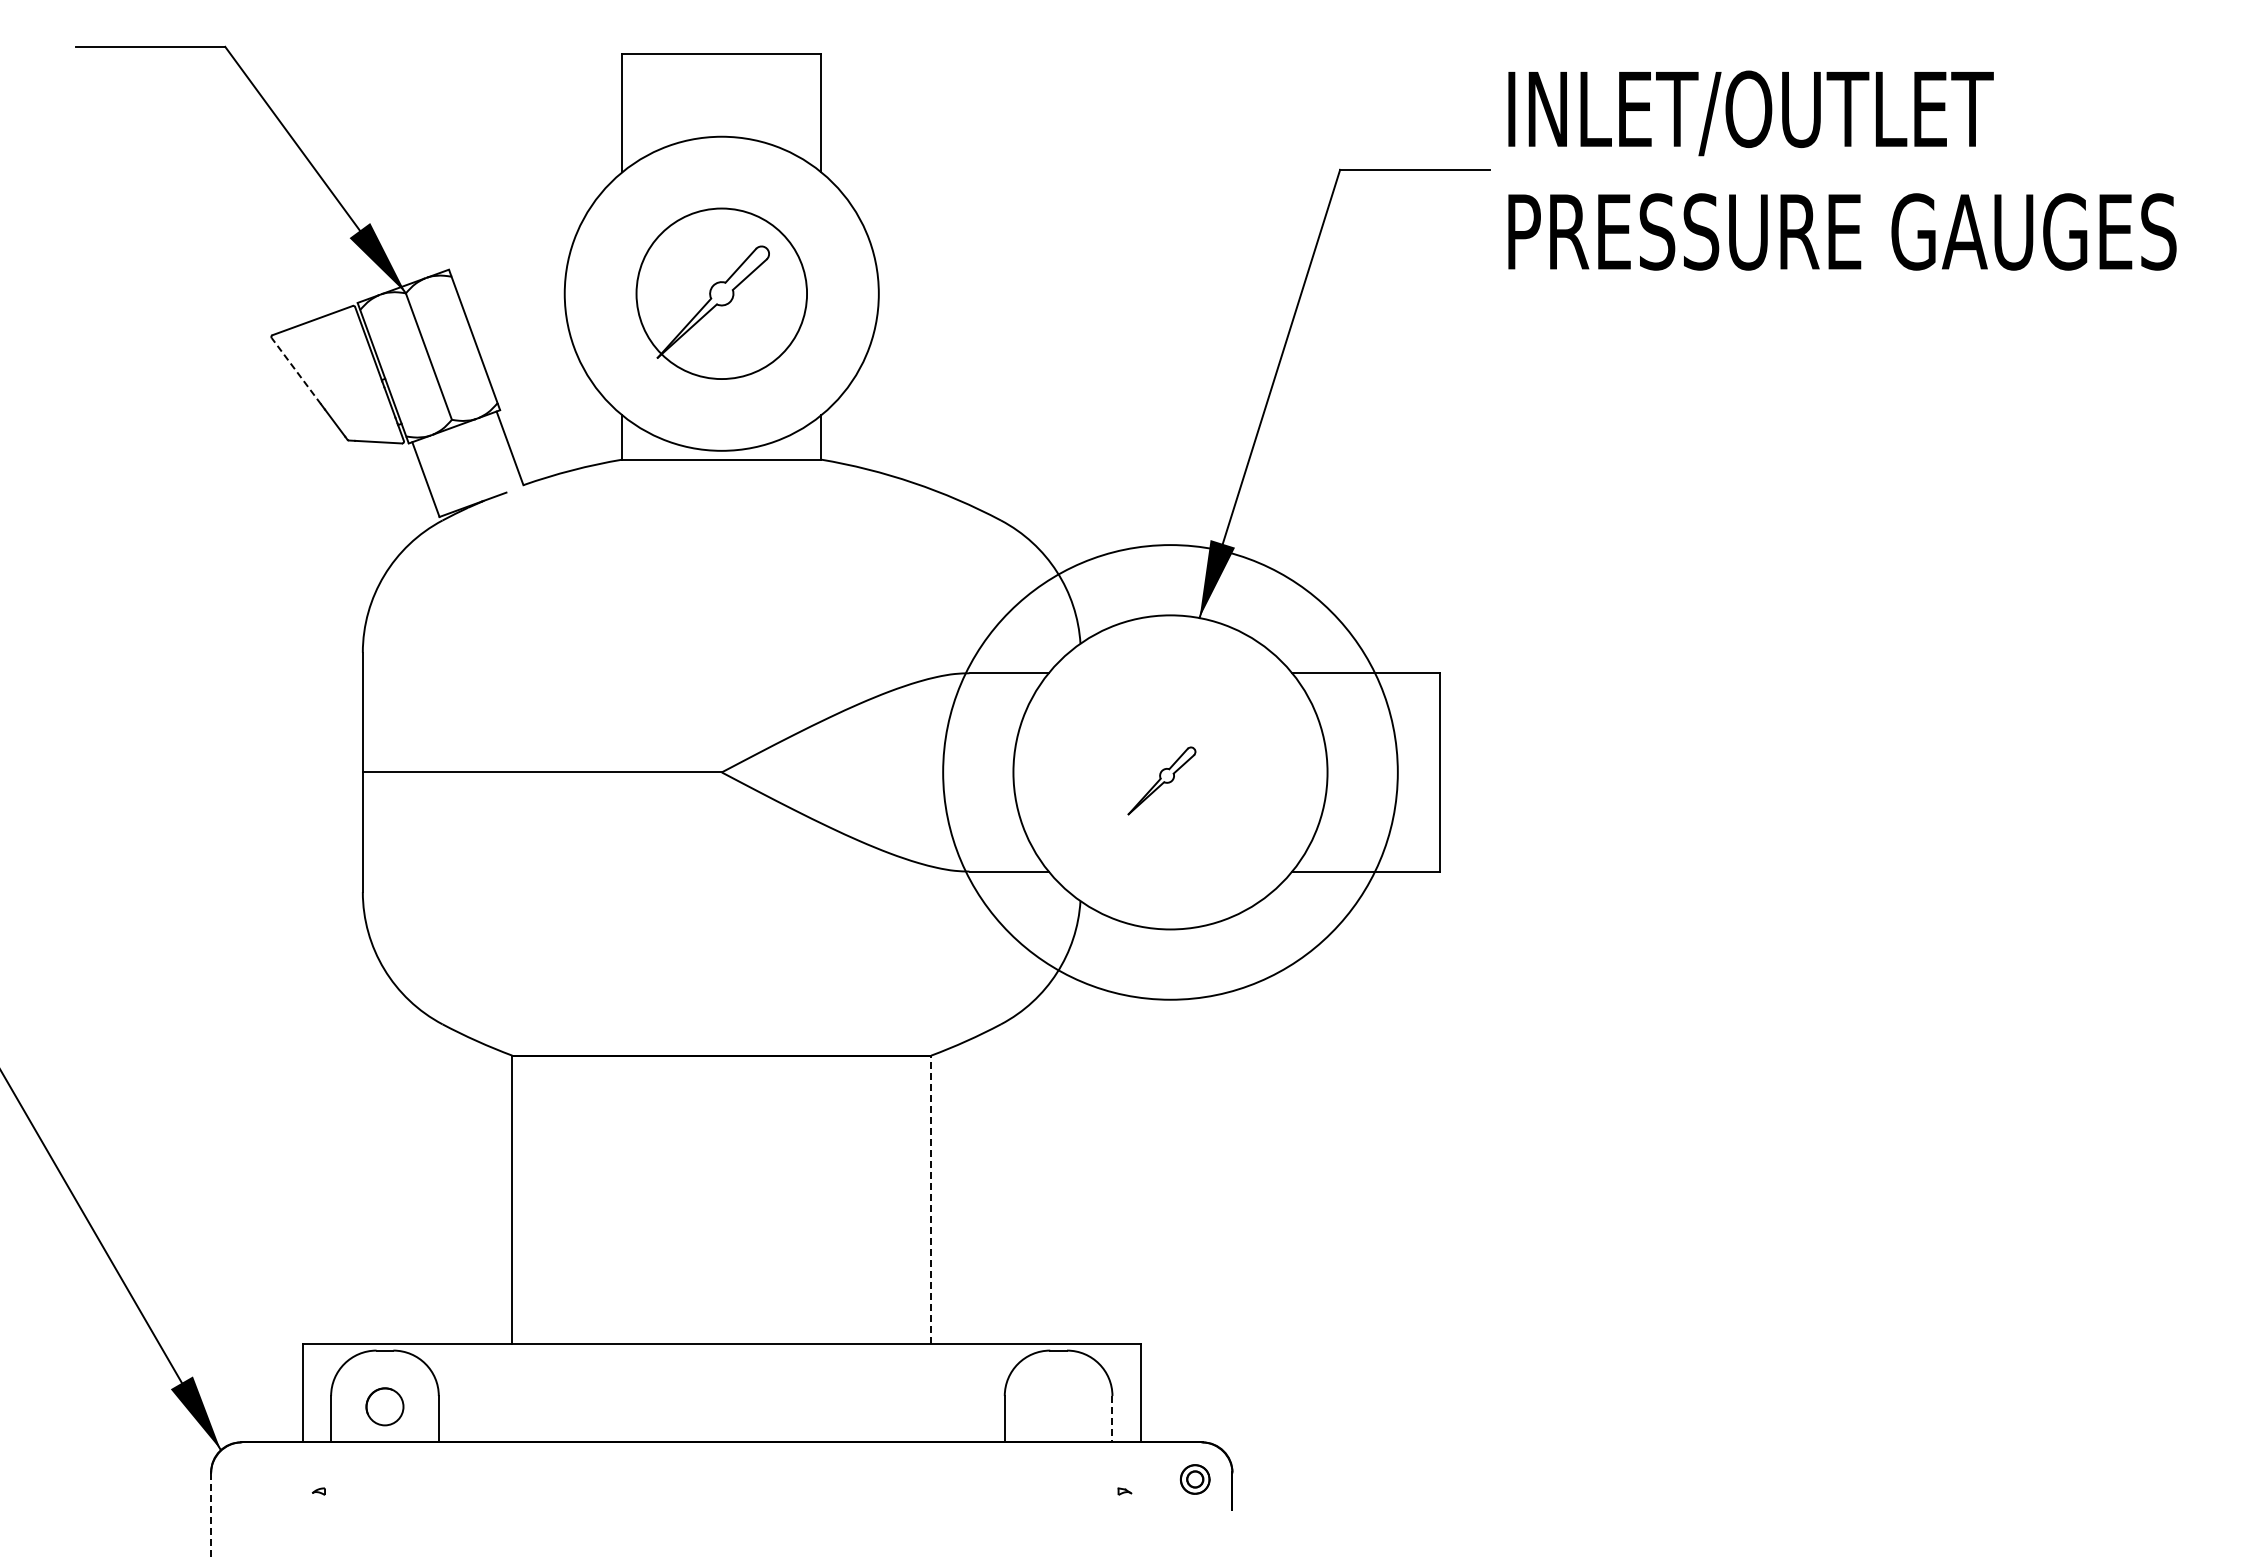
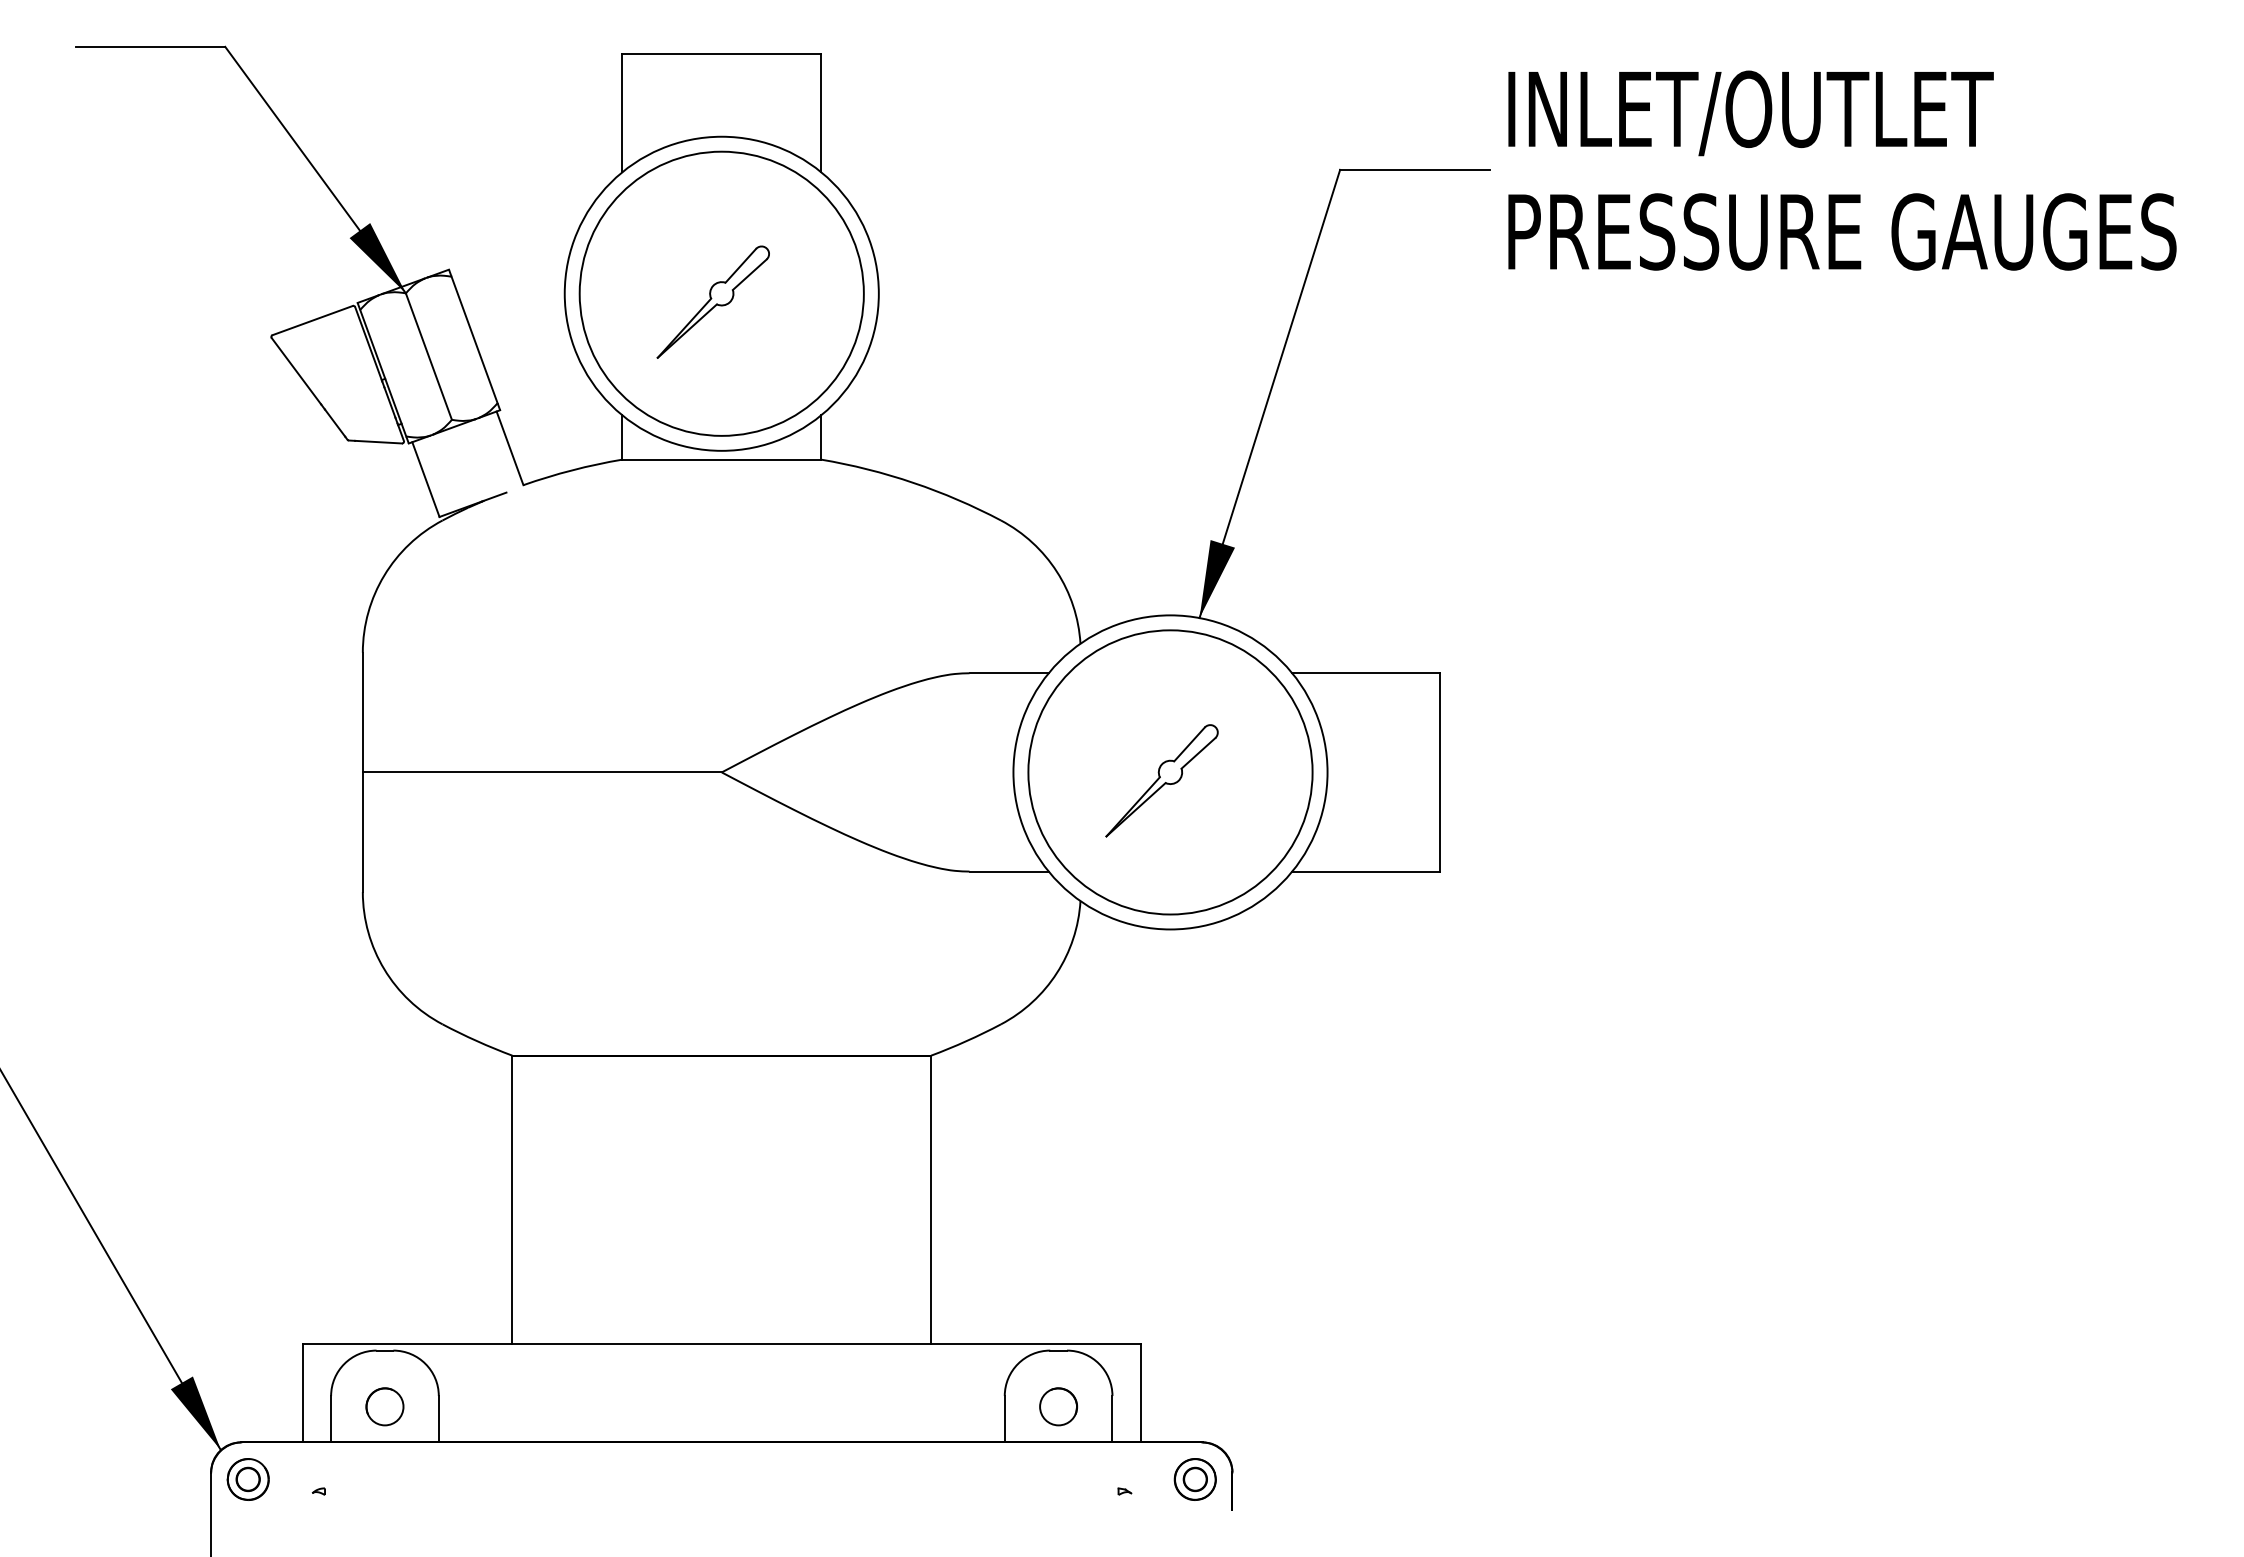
circle at (721, 293) diameter: 171 px -> 284 px
line at (296, 370): dashed -> solid
circle at (1170, 772) diameter: 455 px -> 284 px
part at (1161, 780) size: 70x70 px -> 114x114 px
line at (931, 1199): dashed -> solid
circle at (1058, 1406): none -> present
line at (1112, 1419): dashed -> solid
part at (247, 1479): none -> present
part at (1194, 1479) size: 32x31 px -> 44x43 px
line at (211, 1515): dashed -> solid
